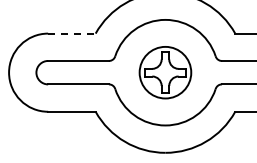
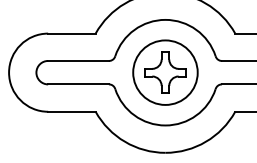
line at (71, 33): dashed -> solid
circle at (165, 72) diameter: 52 px -> 65 px
